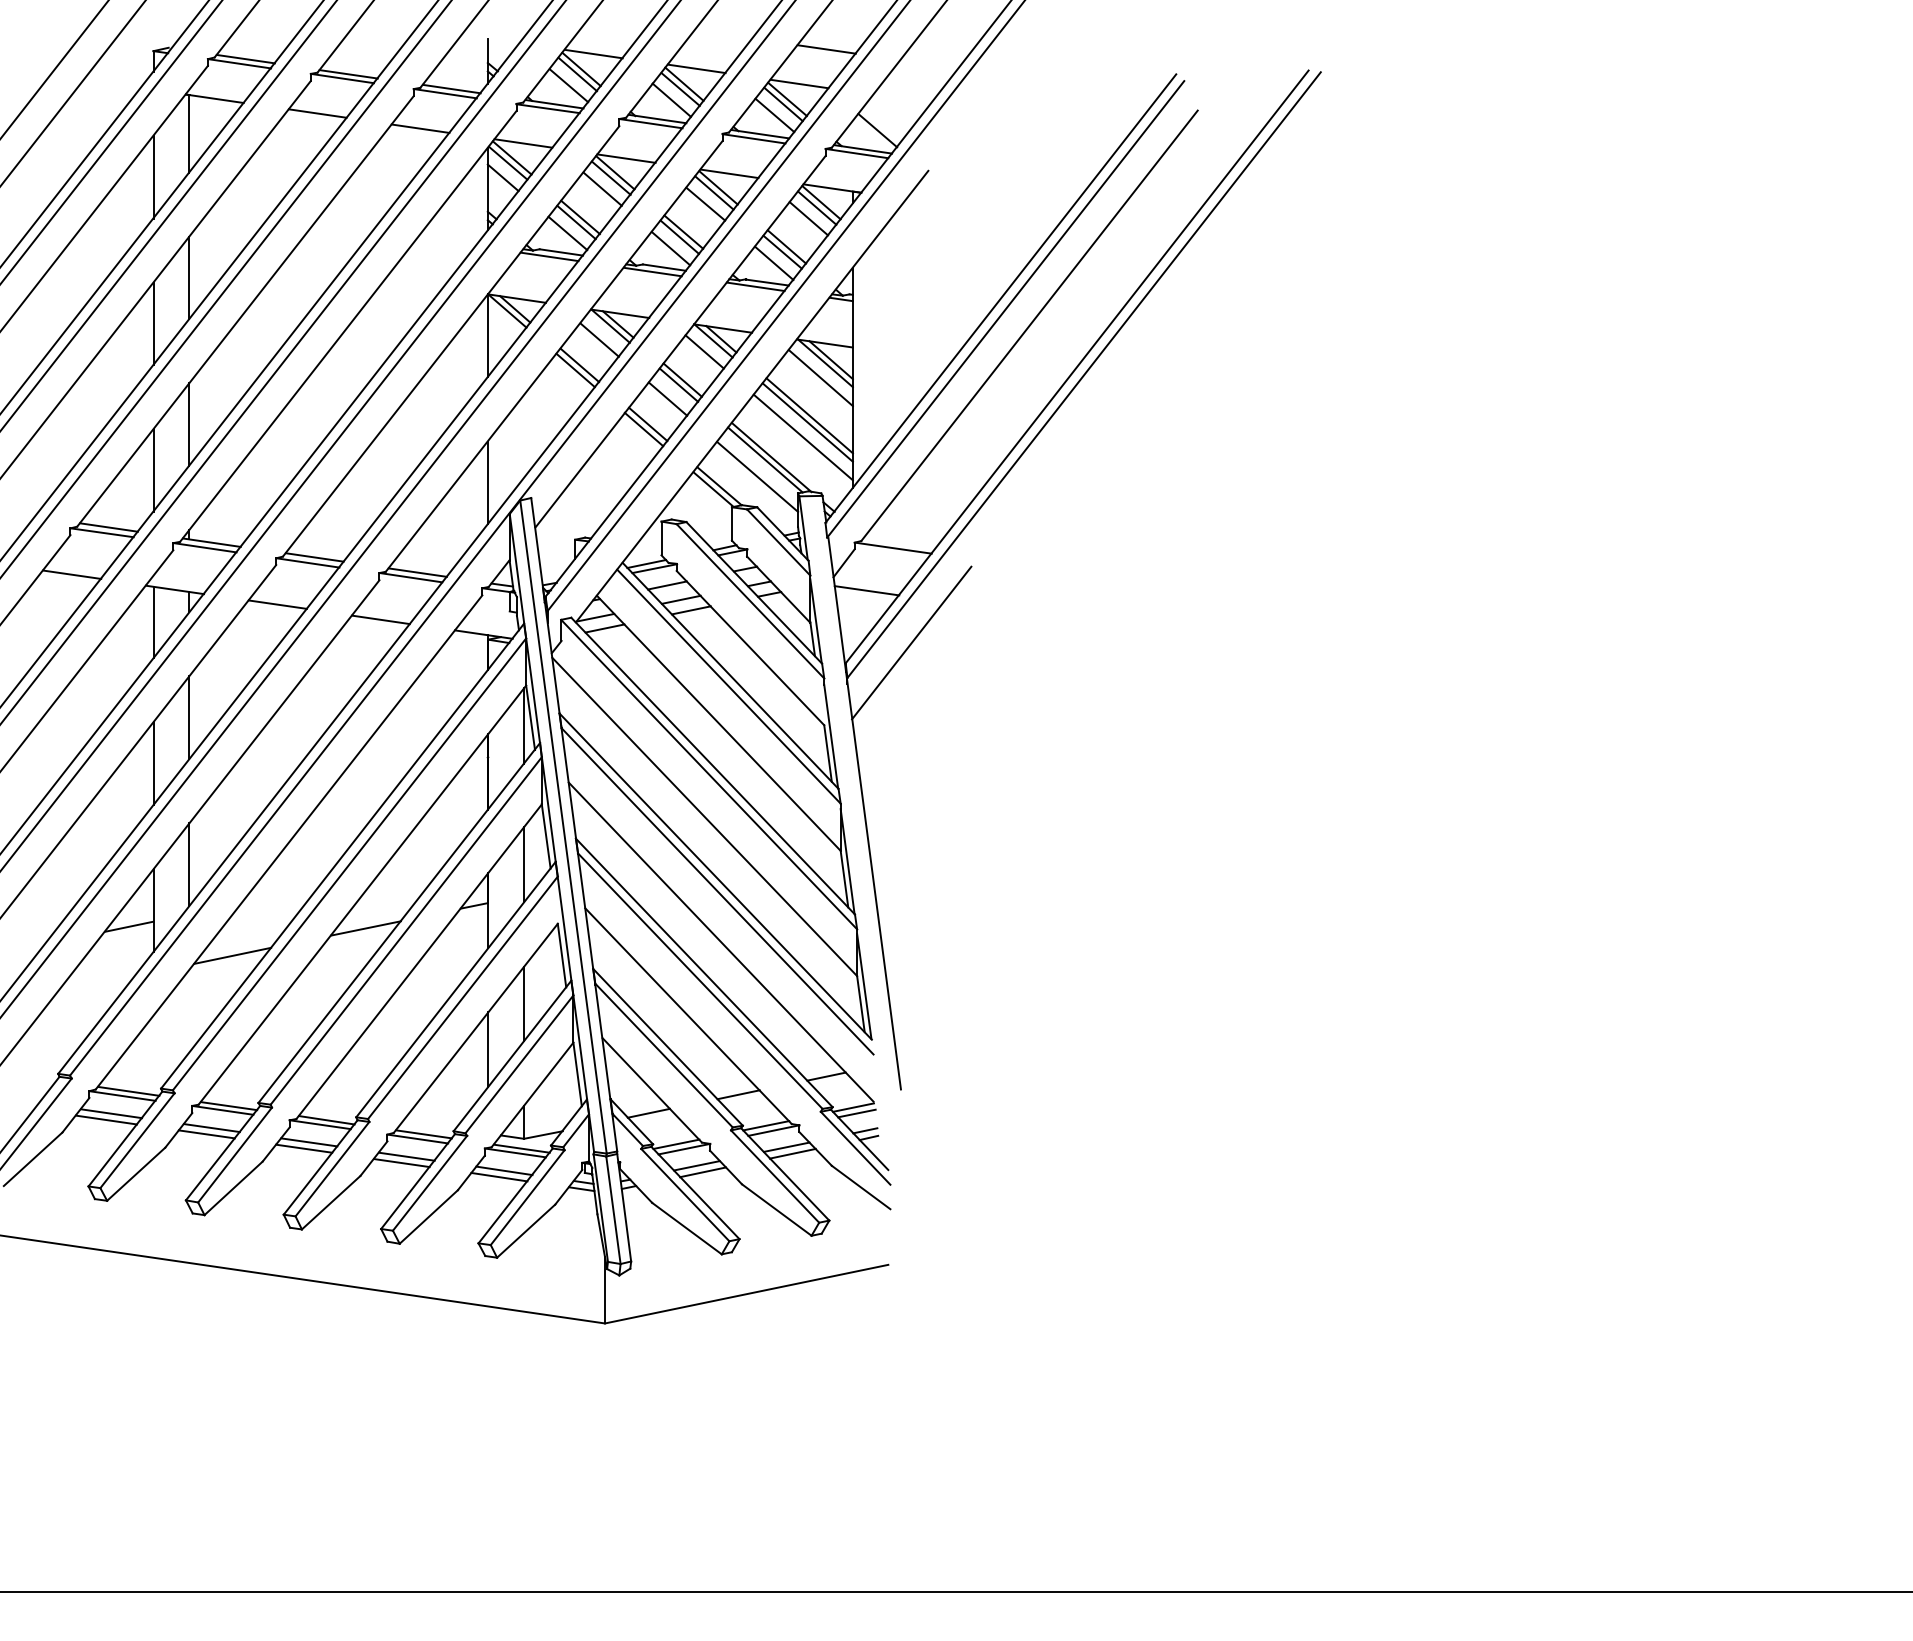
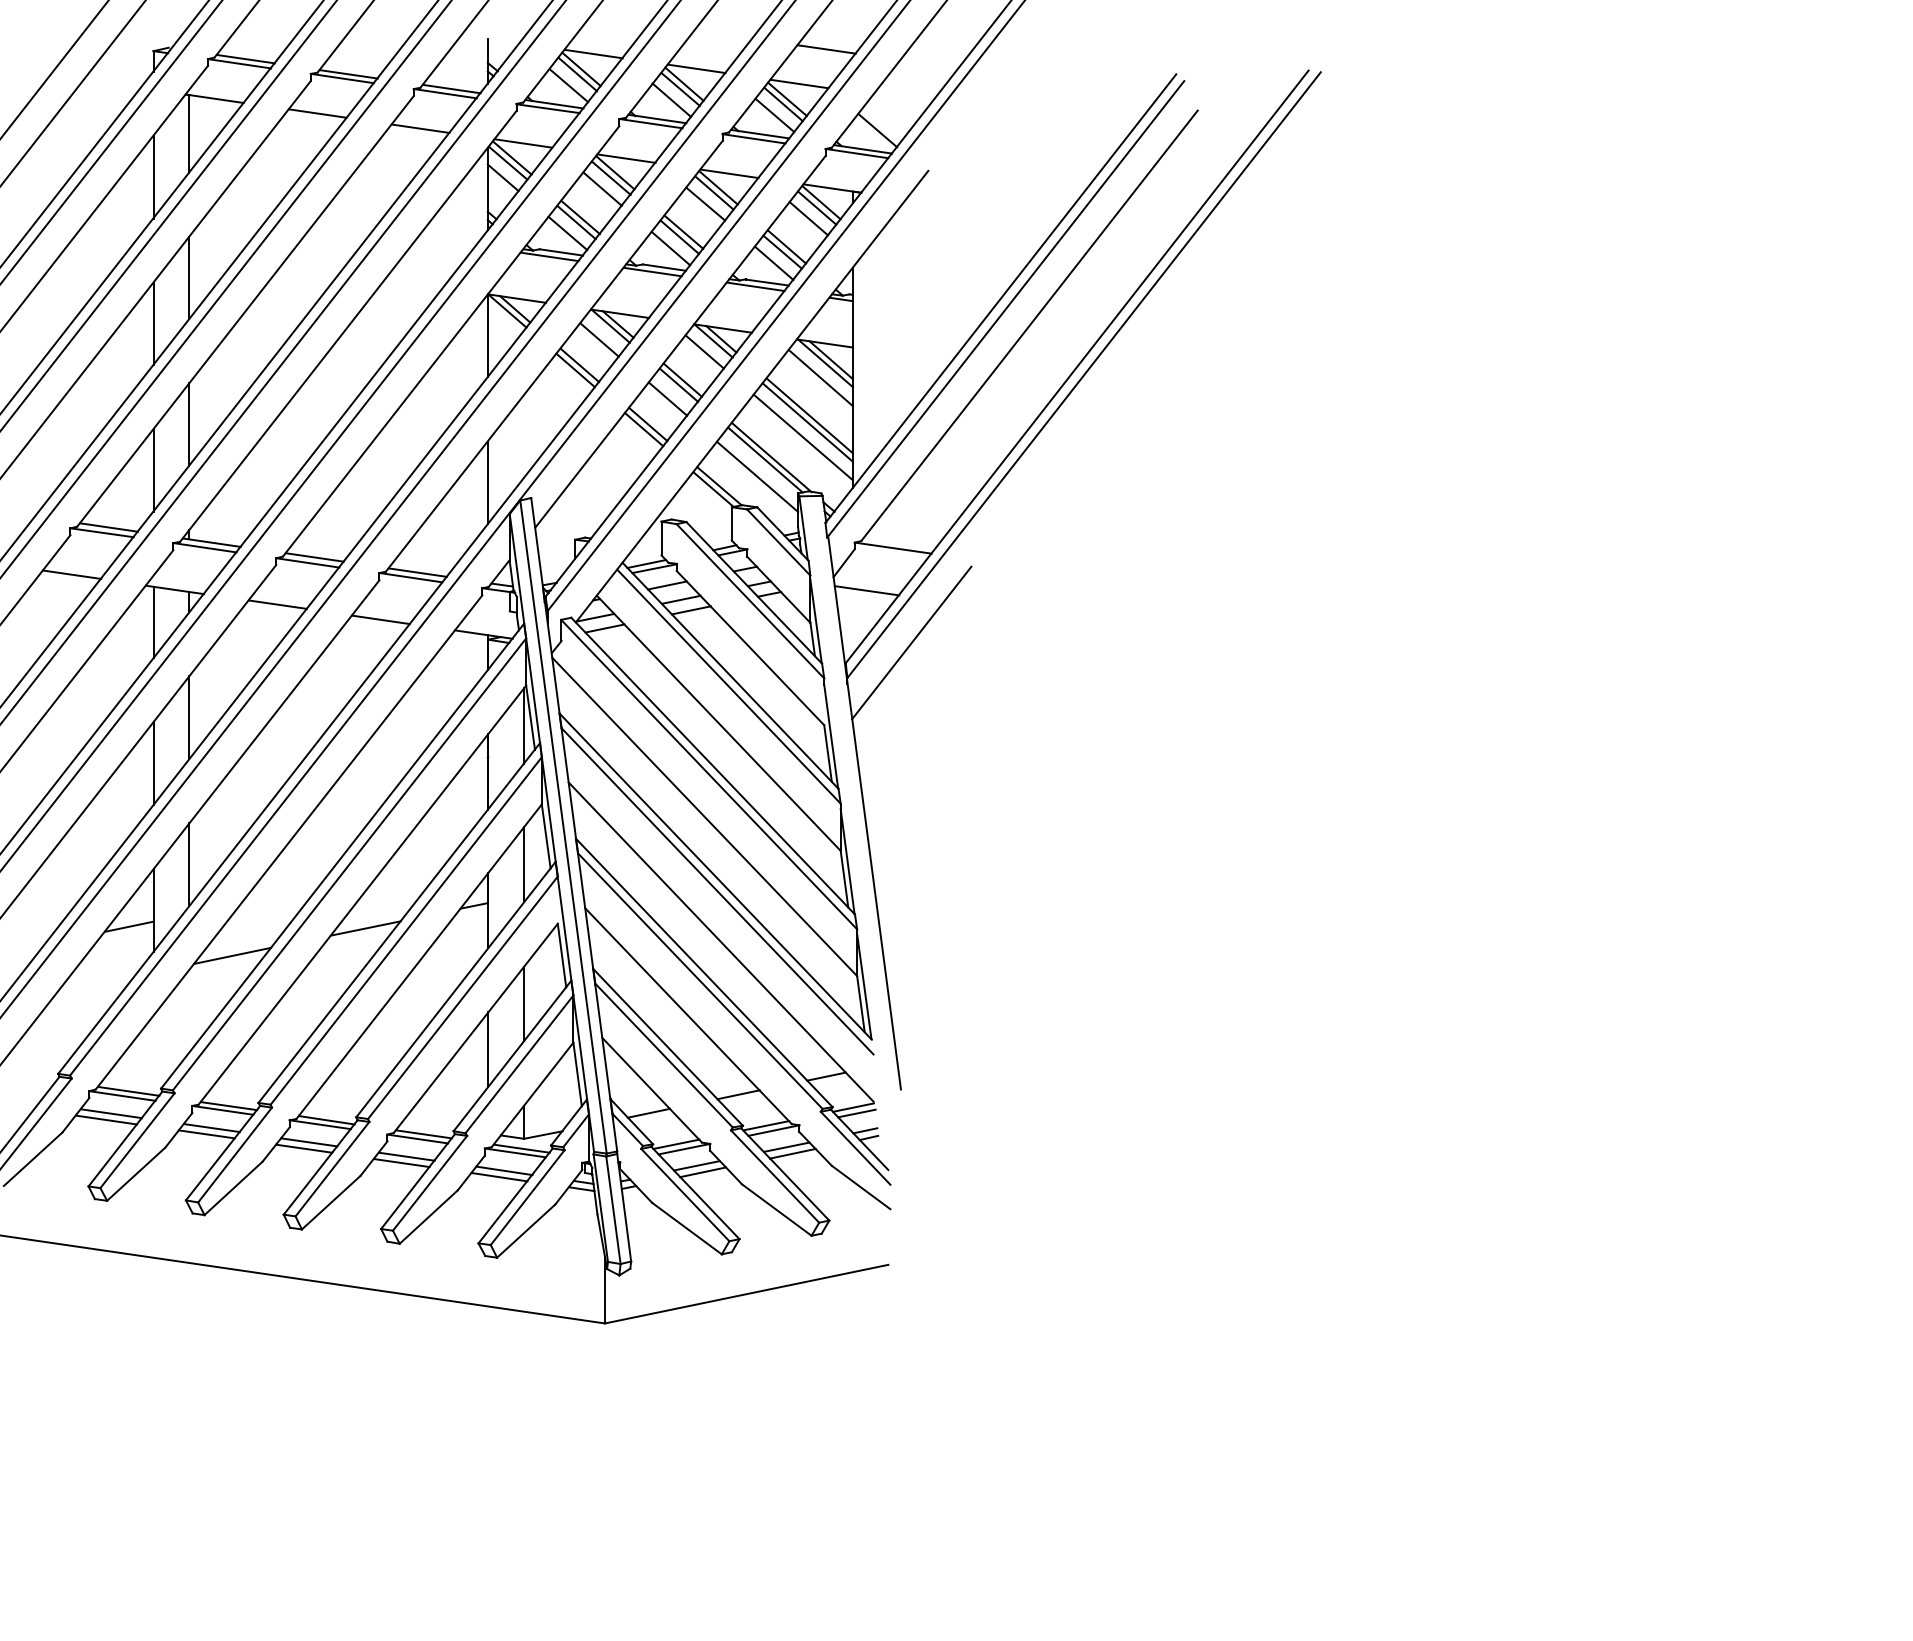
line at (955, 1591): present -> none
